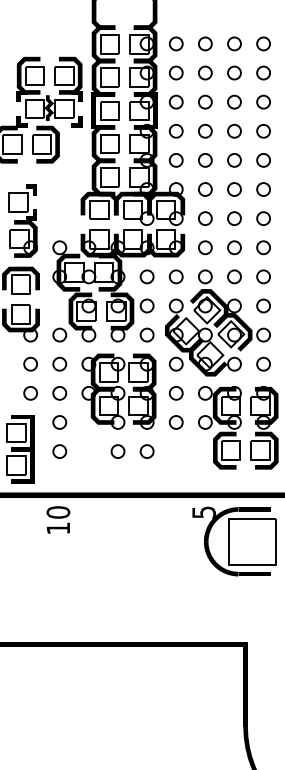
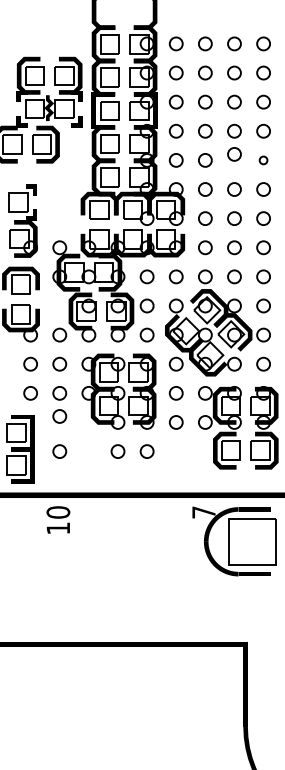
circle at (234, 160) position: (234, 160) -> (234, 154)
circle at (263, 160) size: 15x15 px -> 11x11 px
circle at (59, 422) position: (59, 422) -> (59, 416)
text at (203, 512): 5 -> 7
